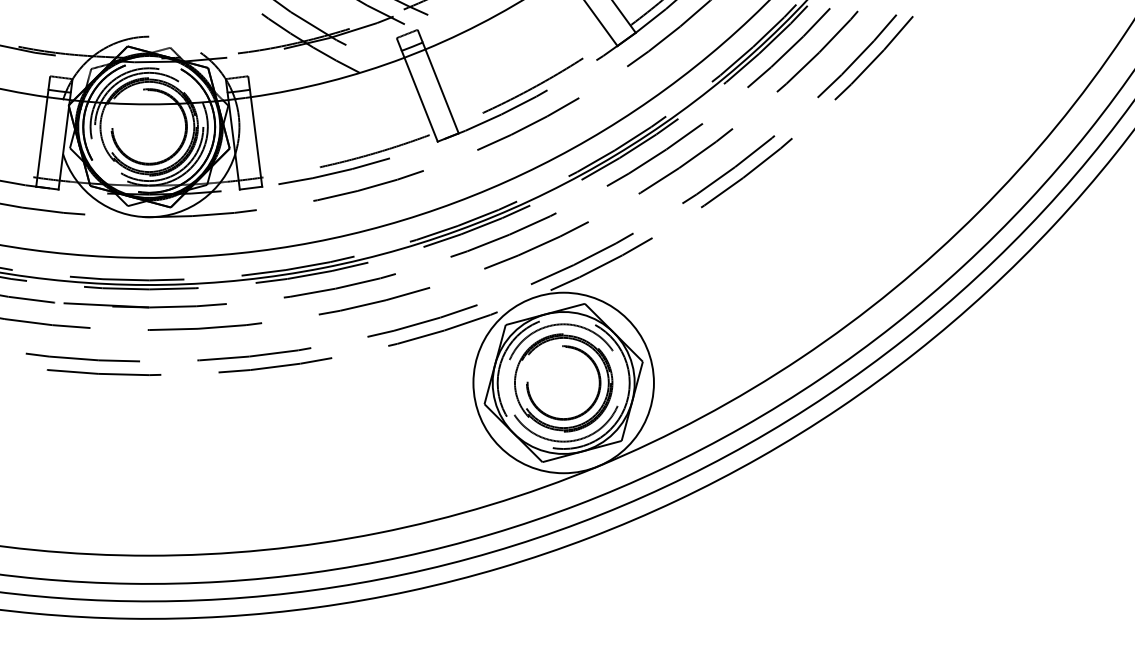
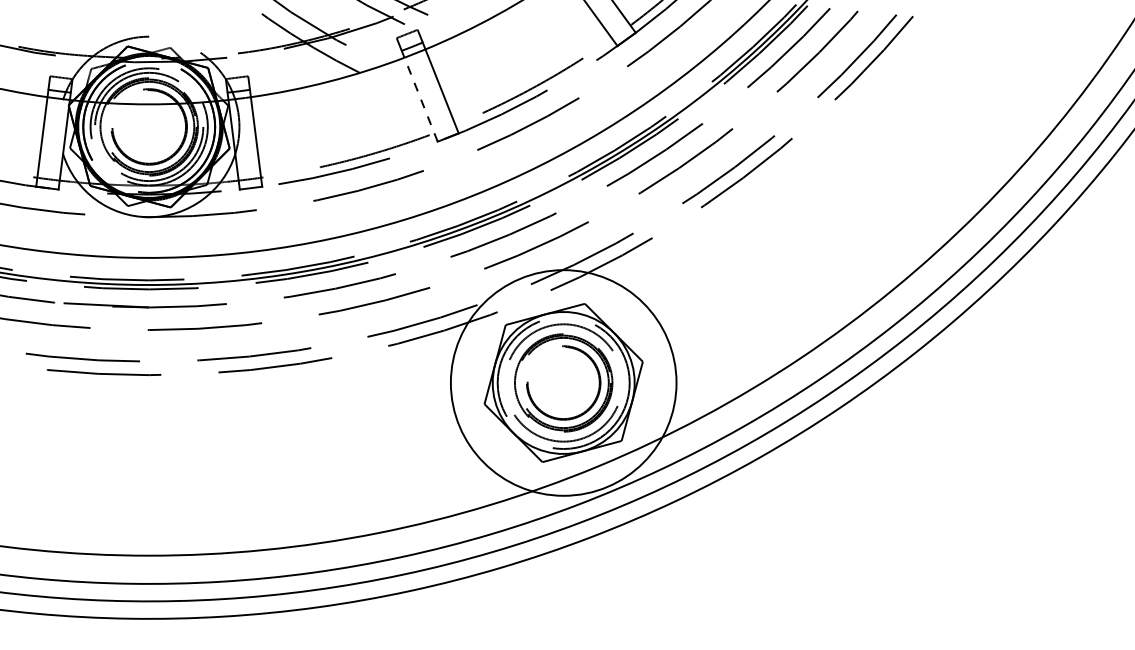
line at (419, 96): solid -> dashed
circle at (563, 382) diameter: 181 px -> 226 px
